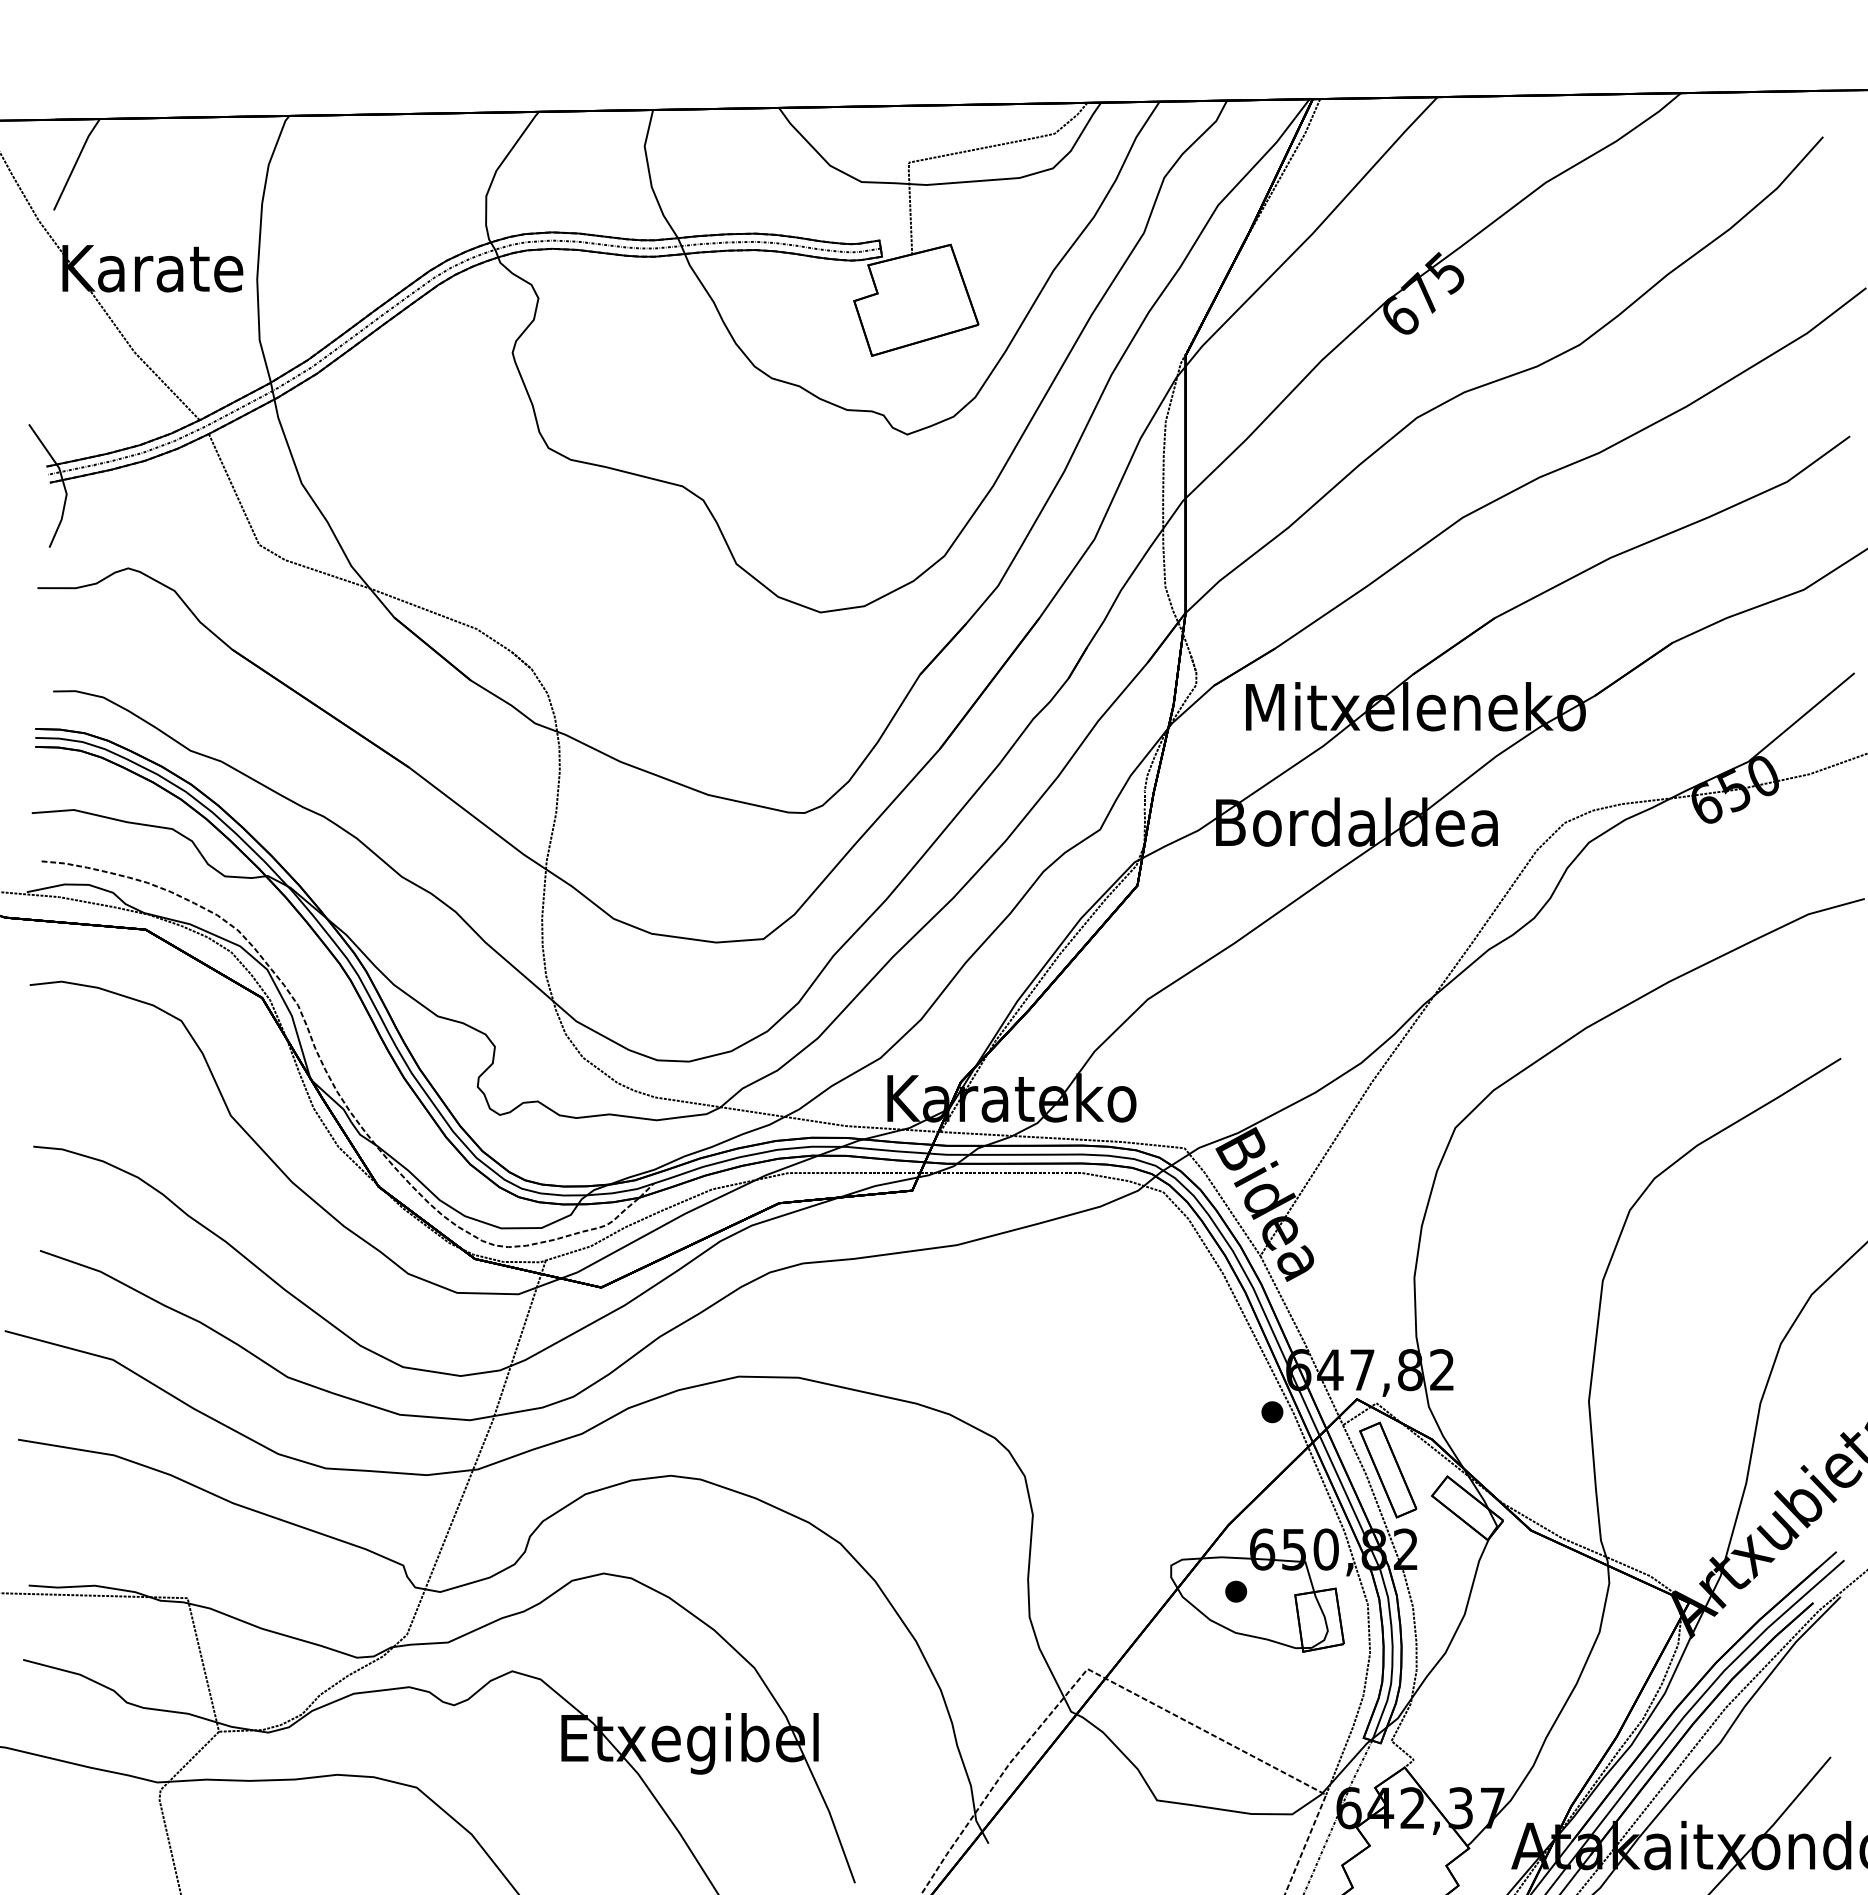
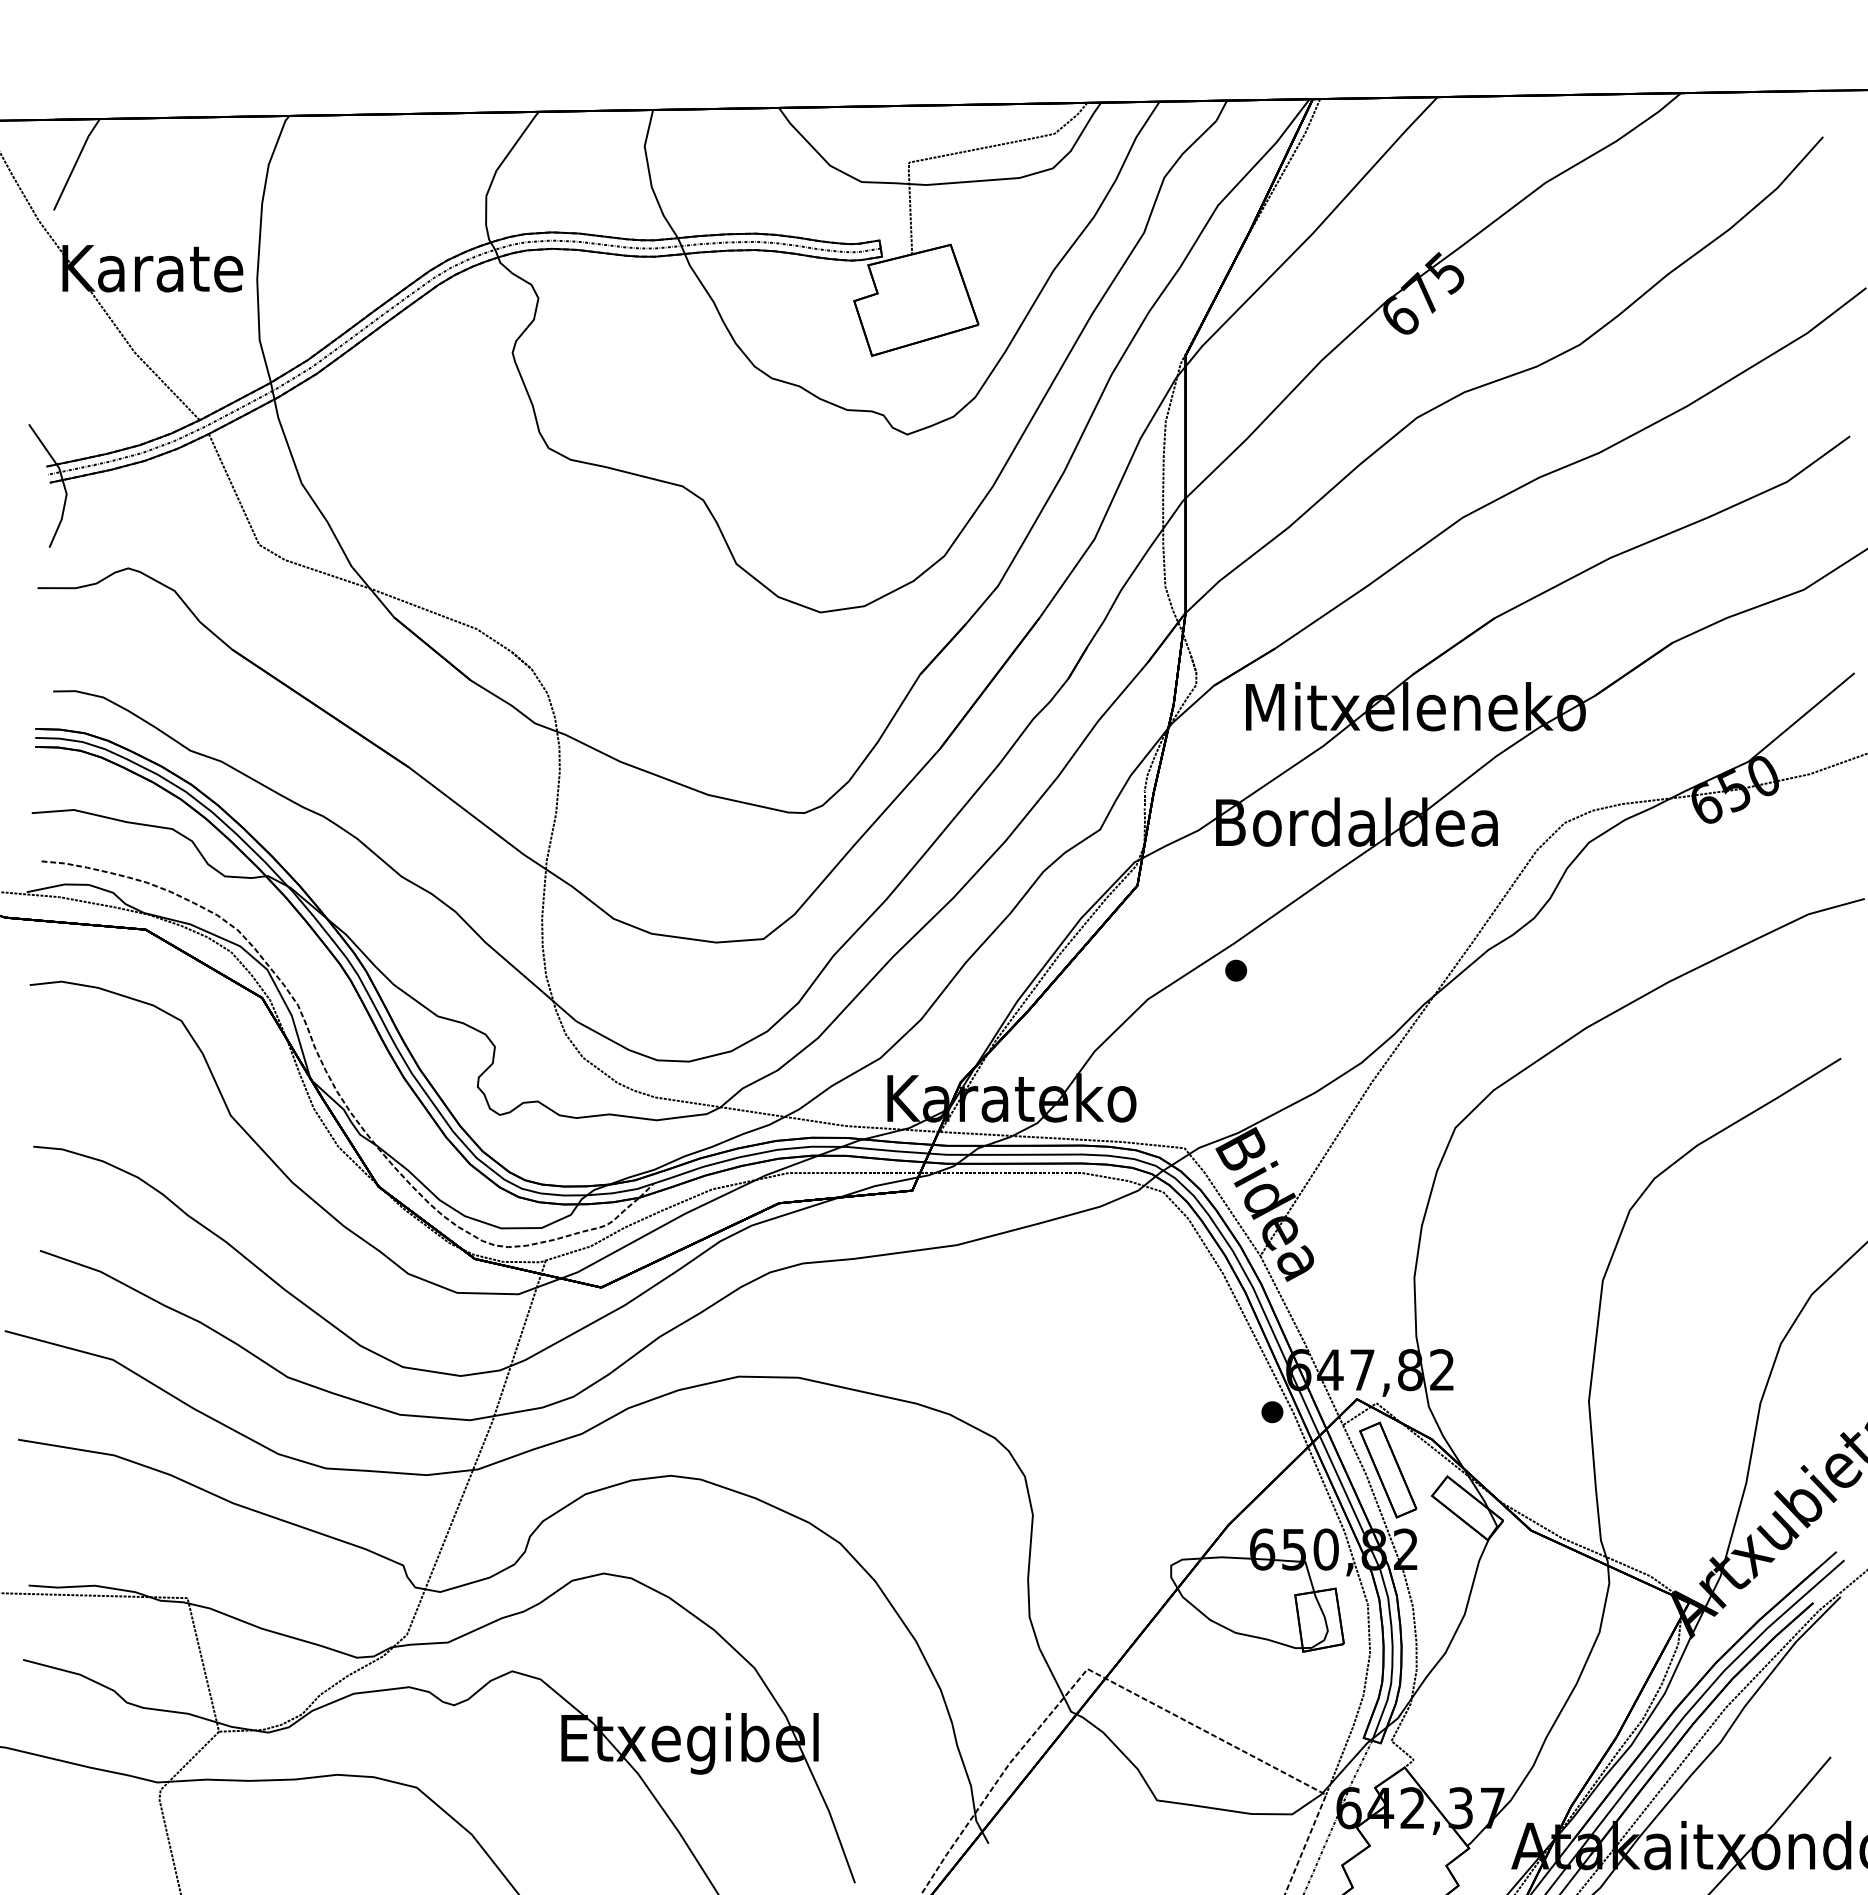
part at (1236, 1591) position: (1236, 1591) -> (1236, 970)
